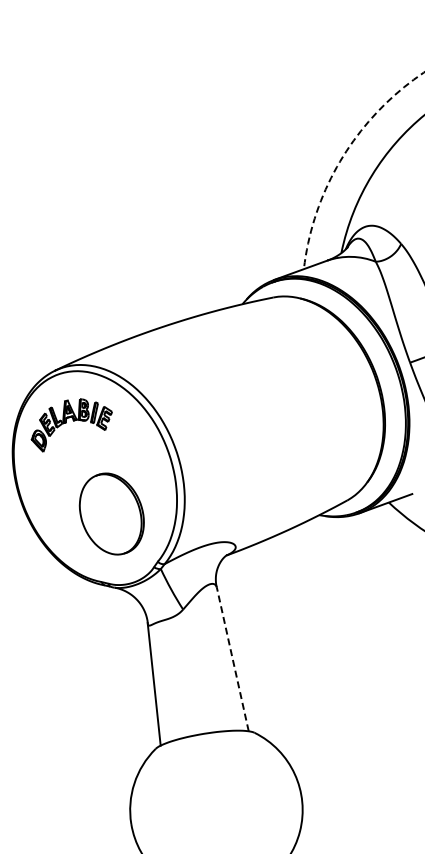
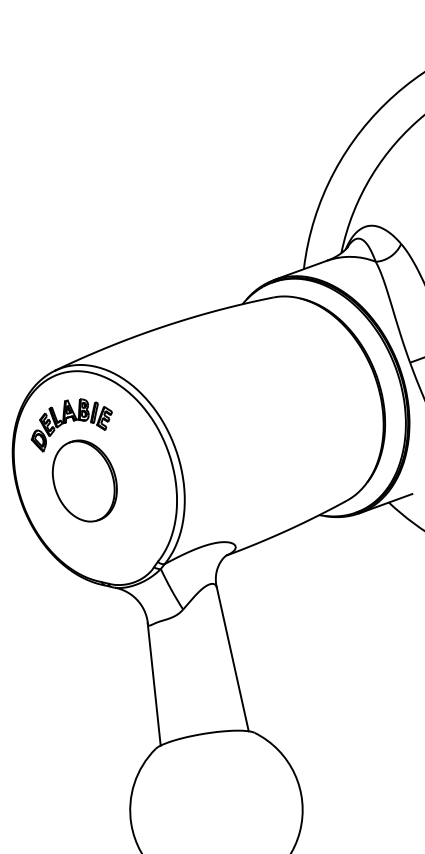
arc at (343, 155): dashed -> solid
part at (111, 513) position: (111, 513) -> (84, 480)
line at (232, 659): dashed -> solid
